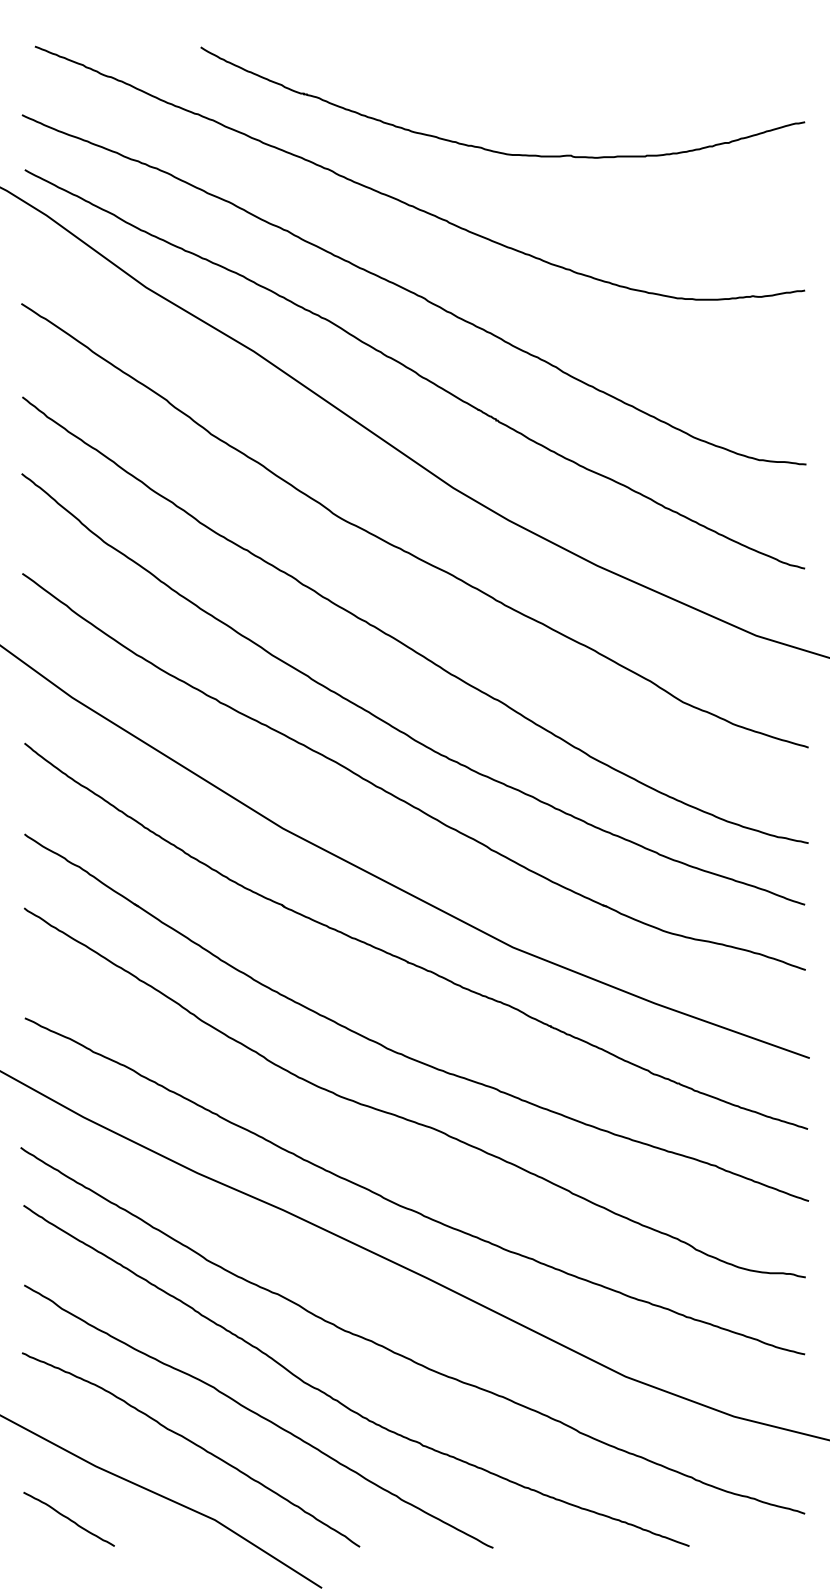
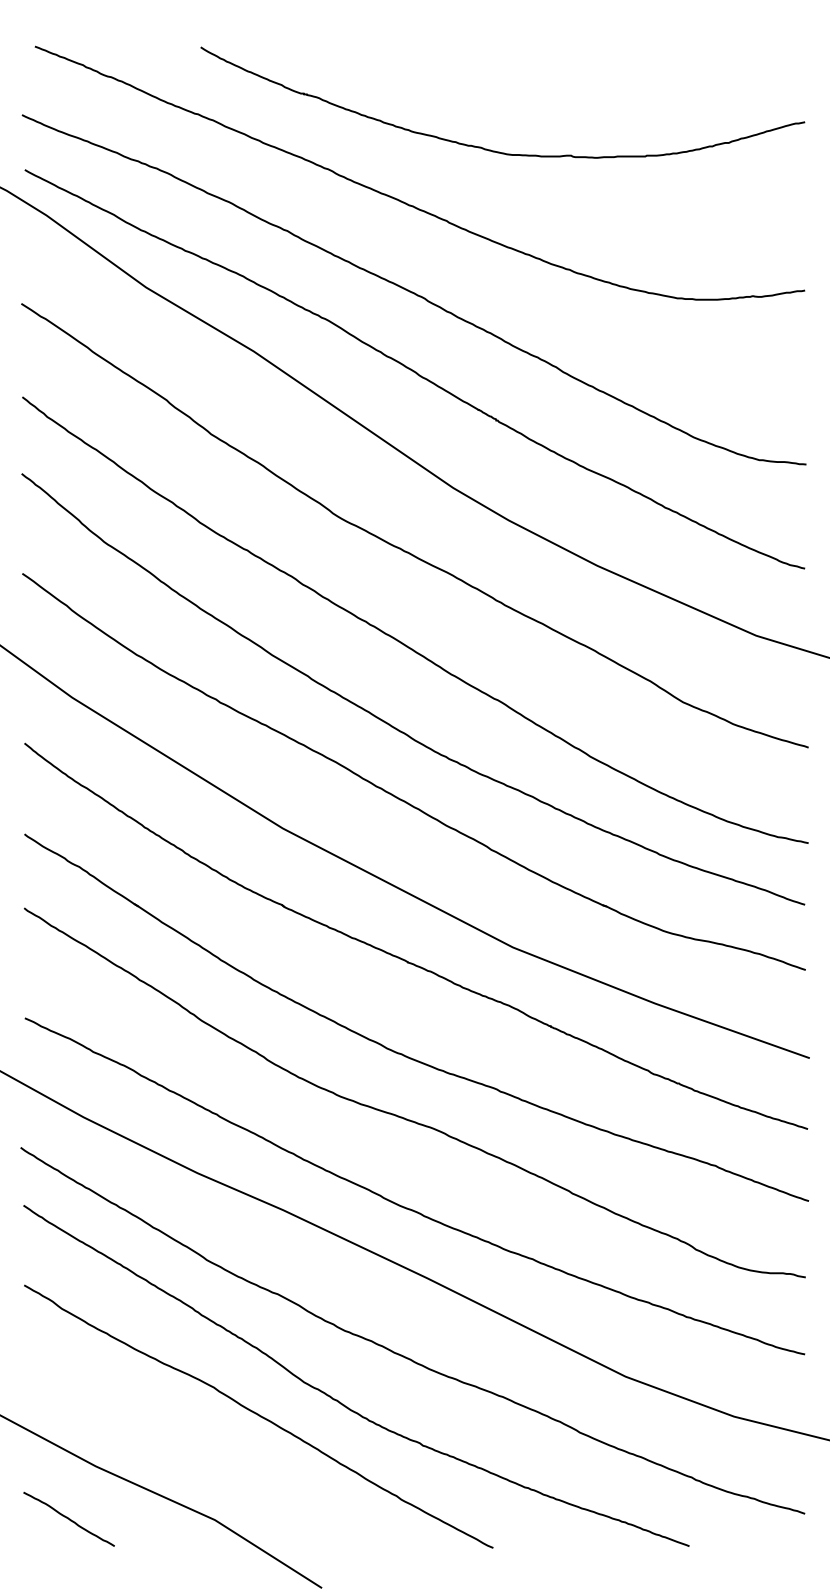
curve at (193, 1444): present -> none
